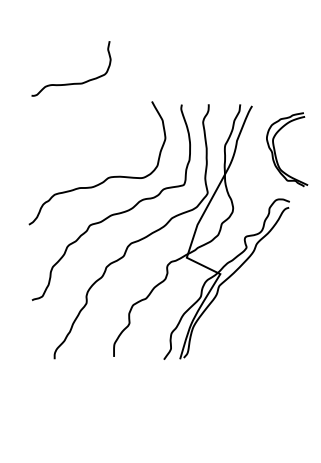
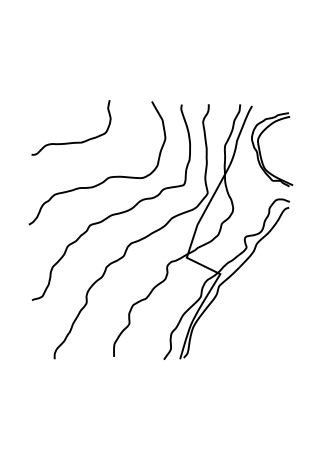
curve at (75, 82) position: (75, 82) -> (75, 141)
part at (275, 149) position: (275, 149) -> (260, 149)
